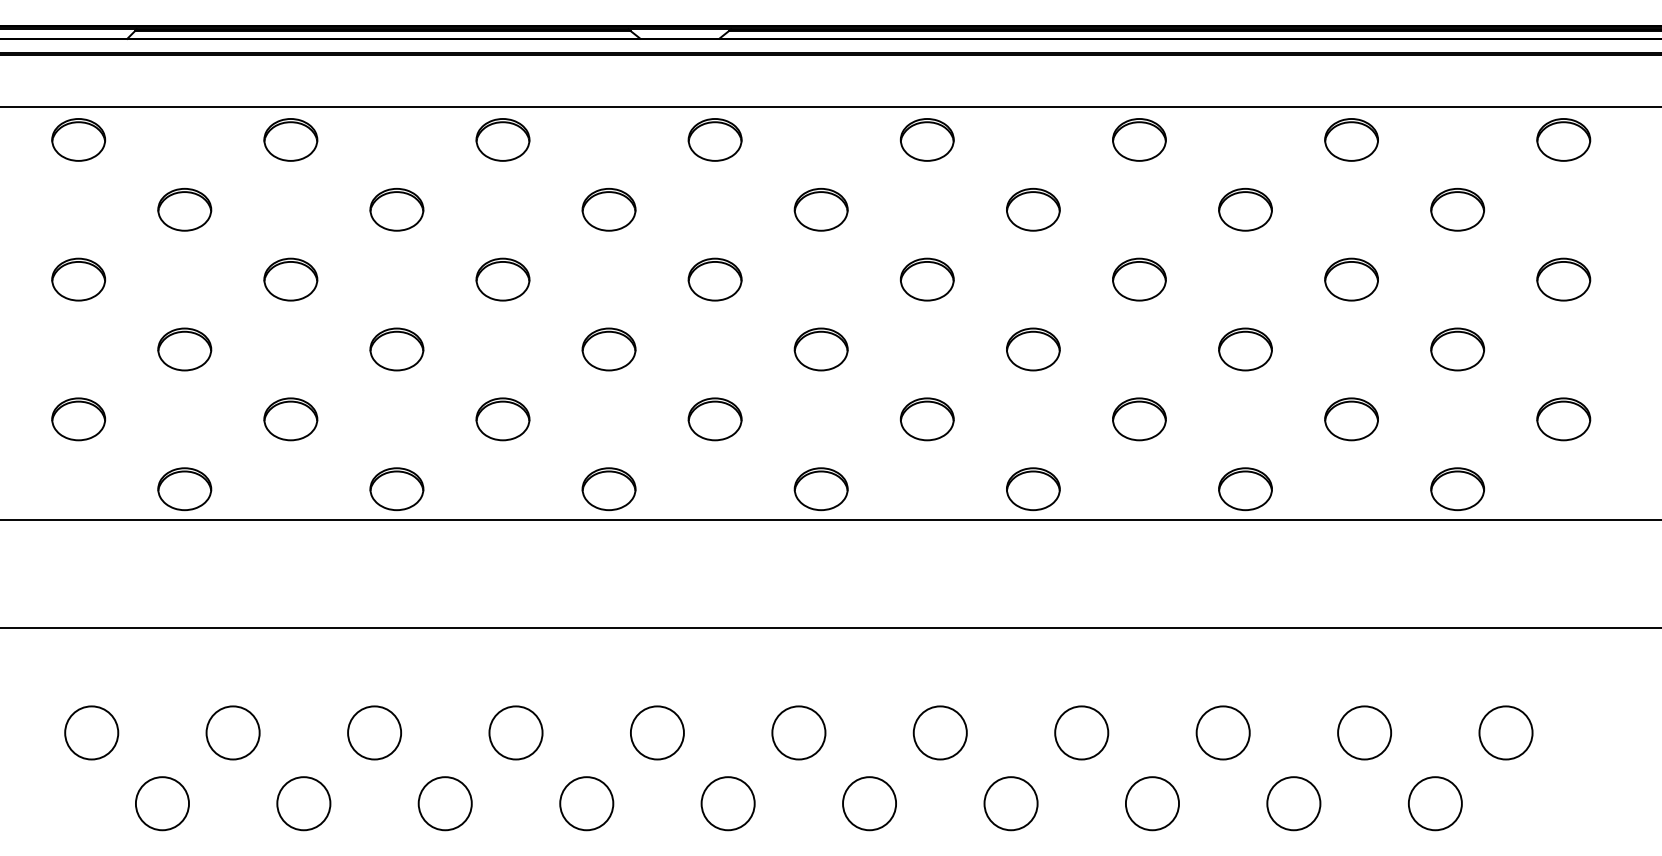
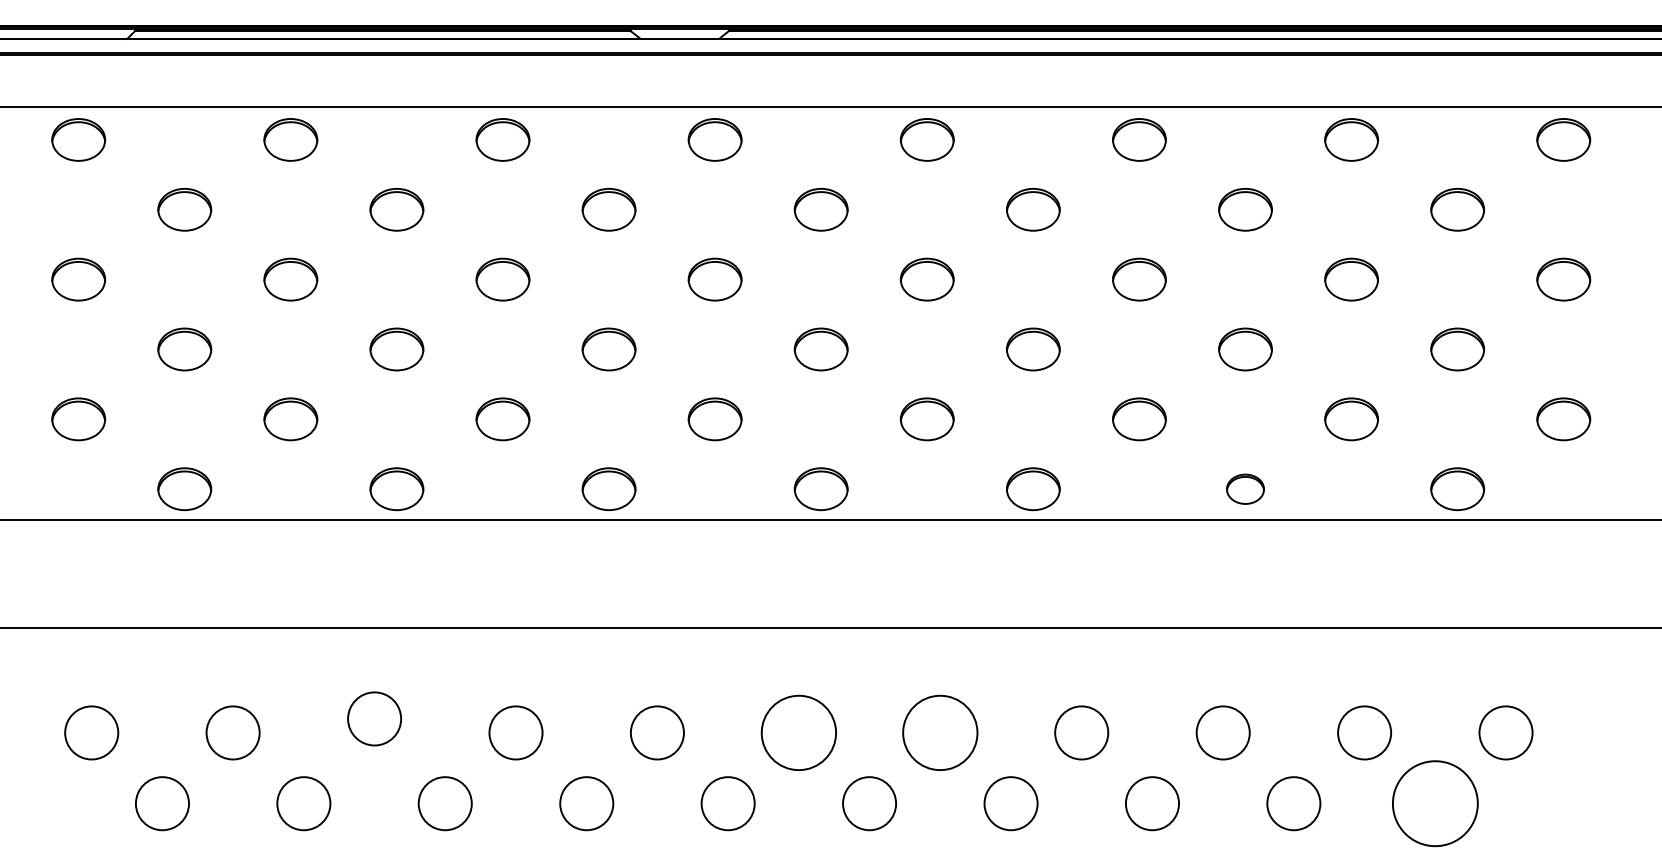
part at (1245, 489) size: 55x45 px -> 39x32 px
circle at (374, 732) position: (374, 732) -> (374, 718)
circle at (798, 732) diameter: 53 px -> 74 px
circle at (939, 732) diameter: 53 px -> 74 px
circle at (1434, 803) diameter: 53 px -> 85 px
